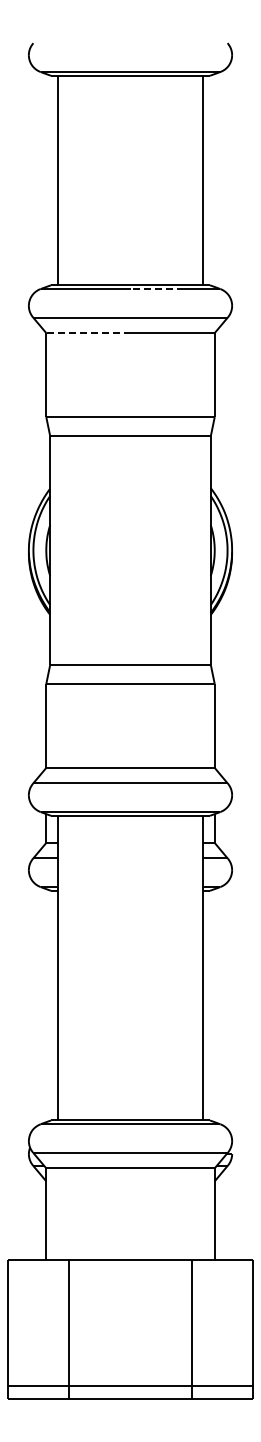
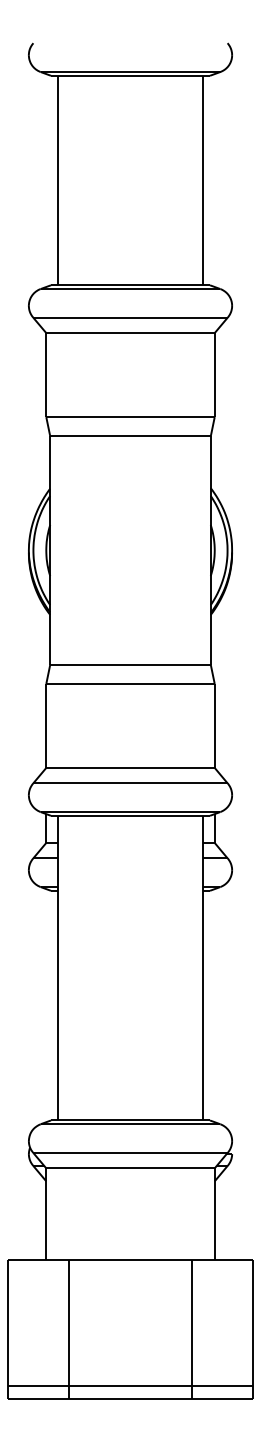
line at (156, 289): dashed -> solid
line at (87, 333): dashed -> solid
